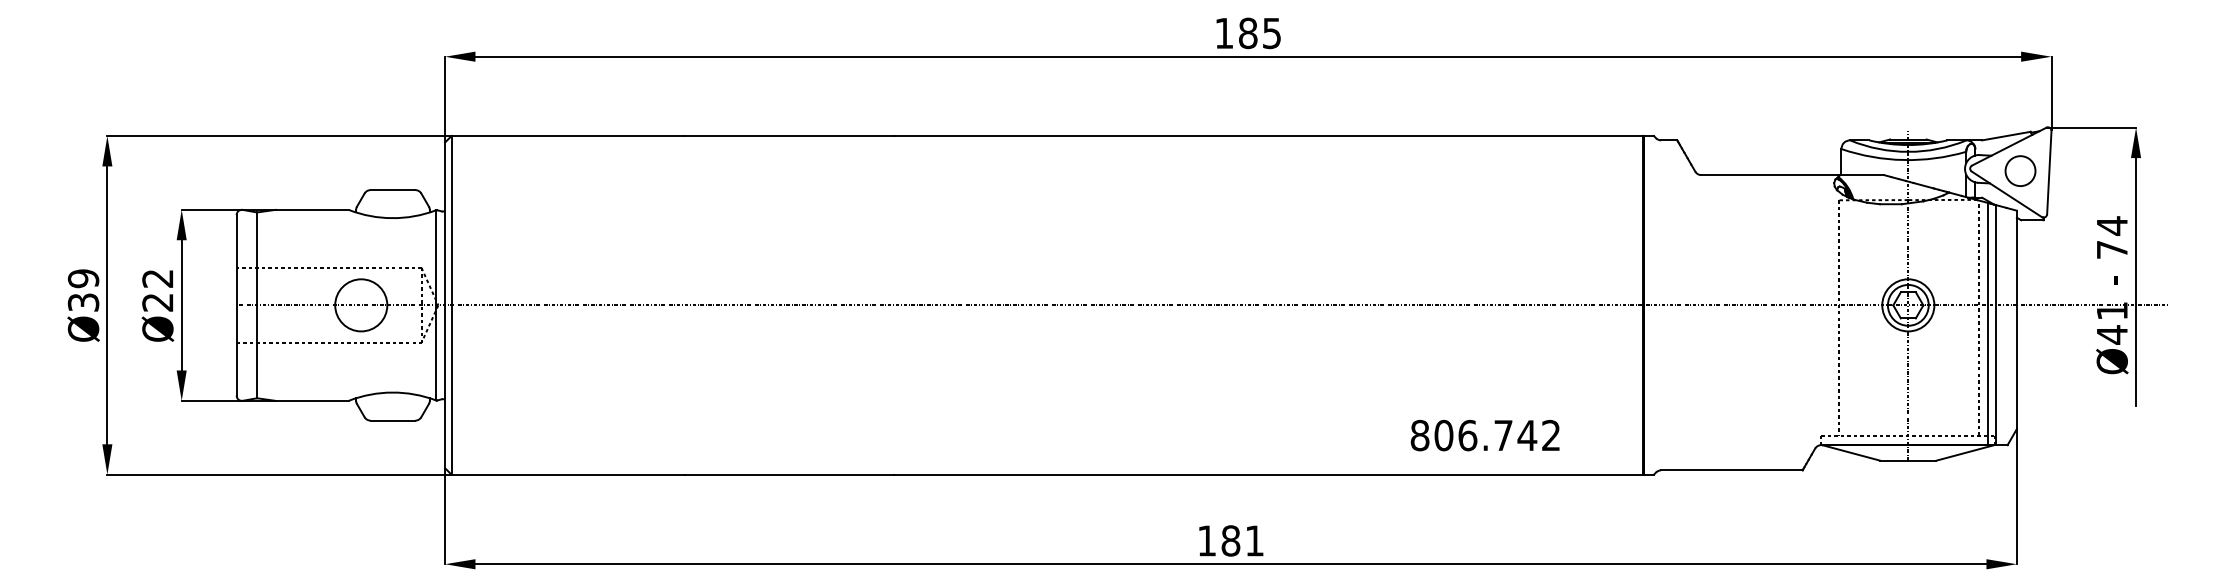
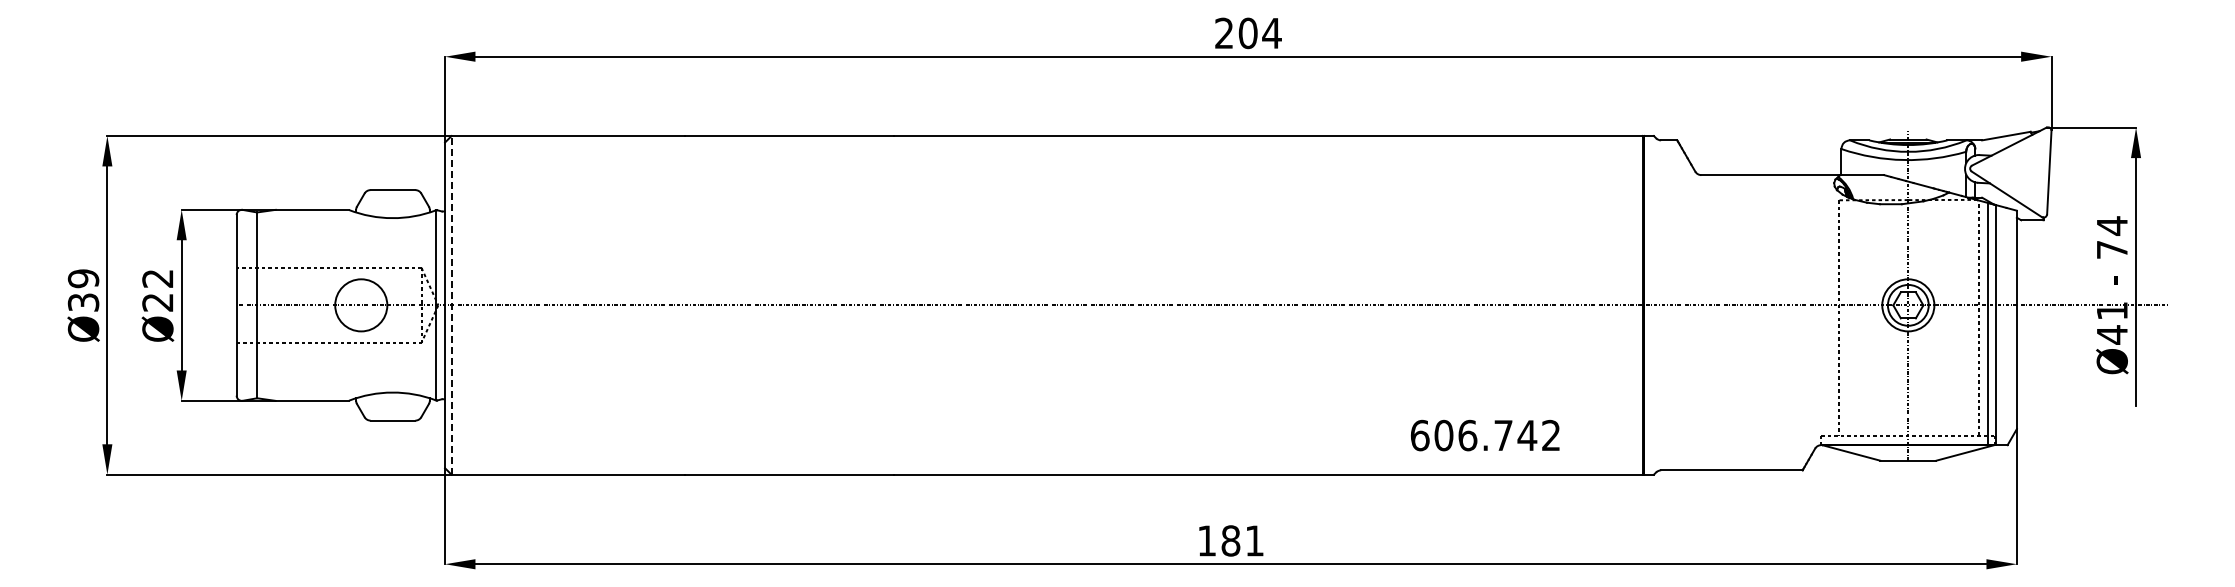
text at (1248, 33): 185 -> 204
circle at (2020, 170): present -> none
line at (451, 304): solid -> dashed
text at (1419, 435): 806.742 -> 606.742
